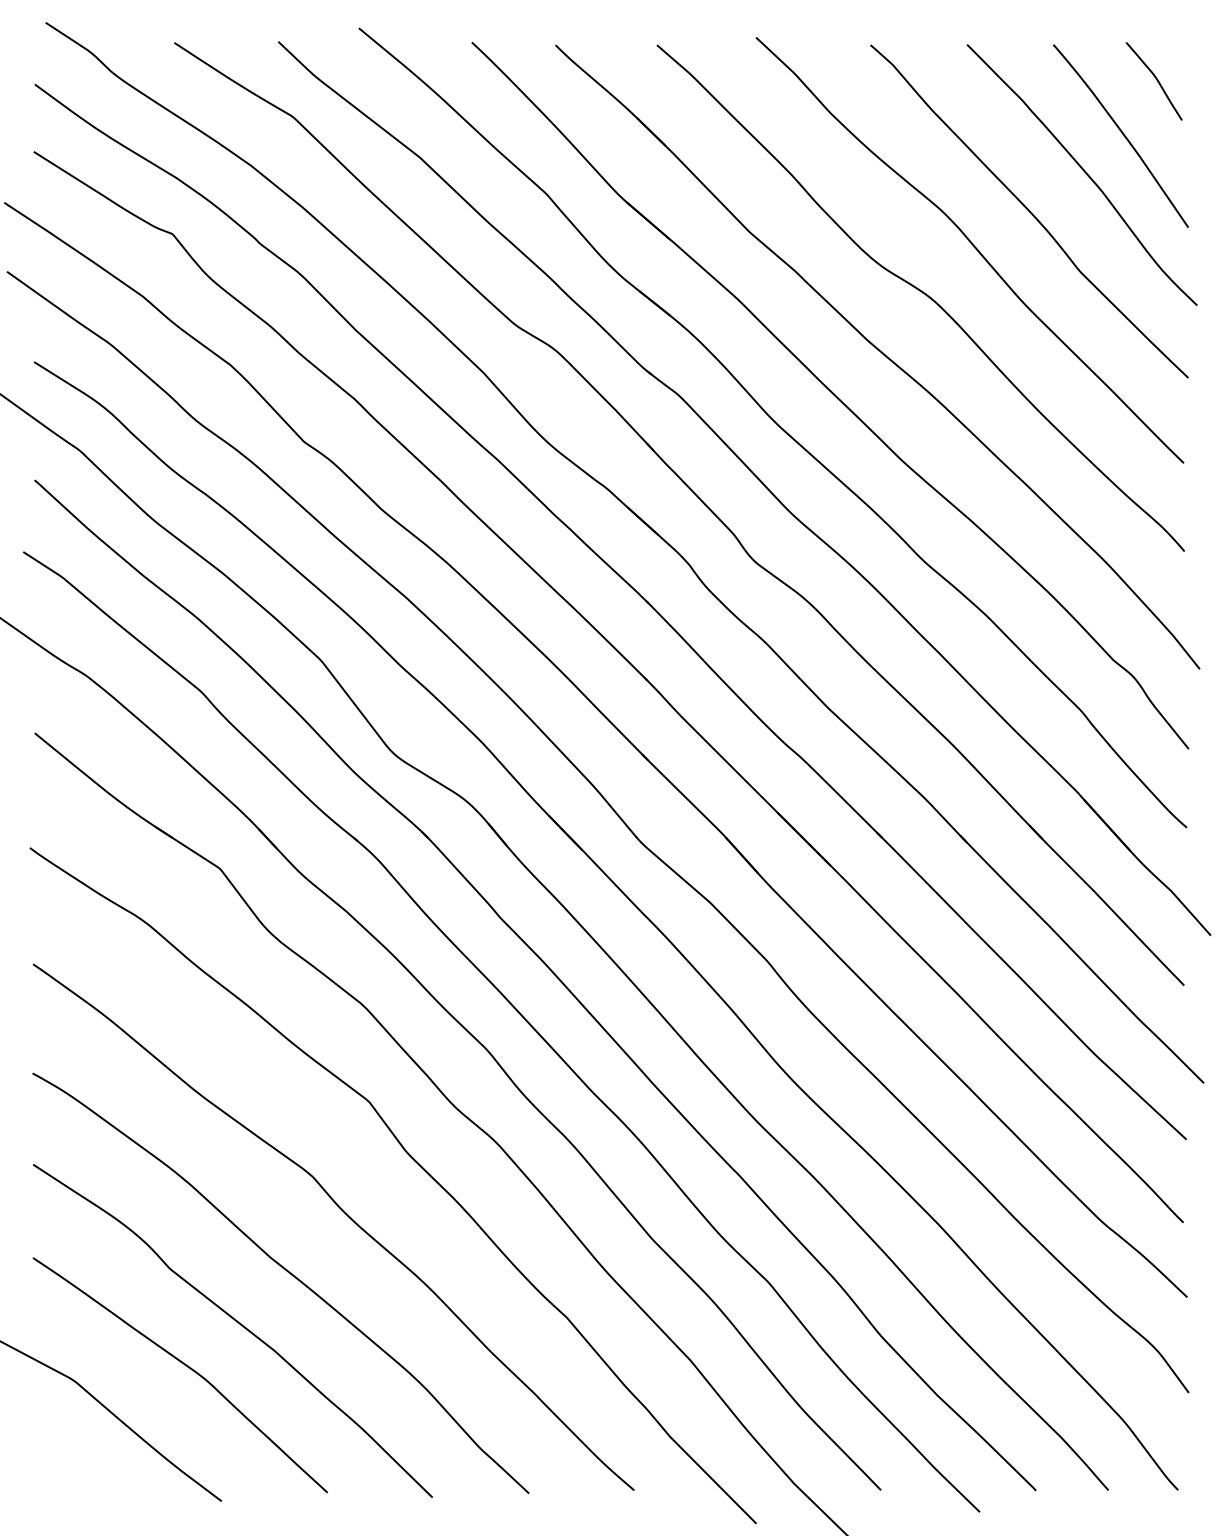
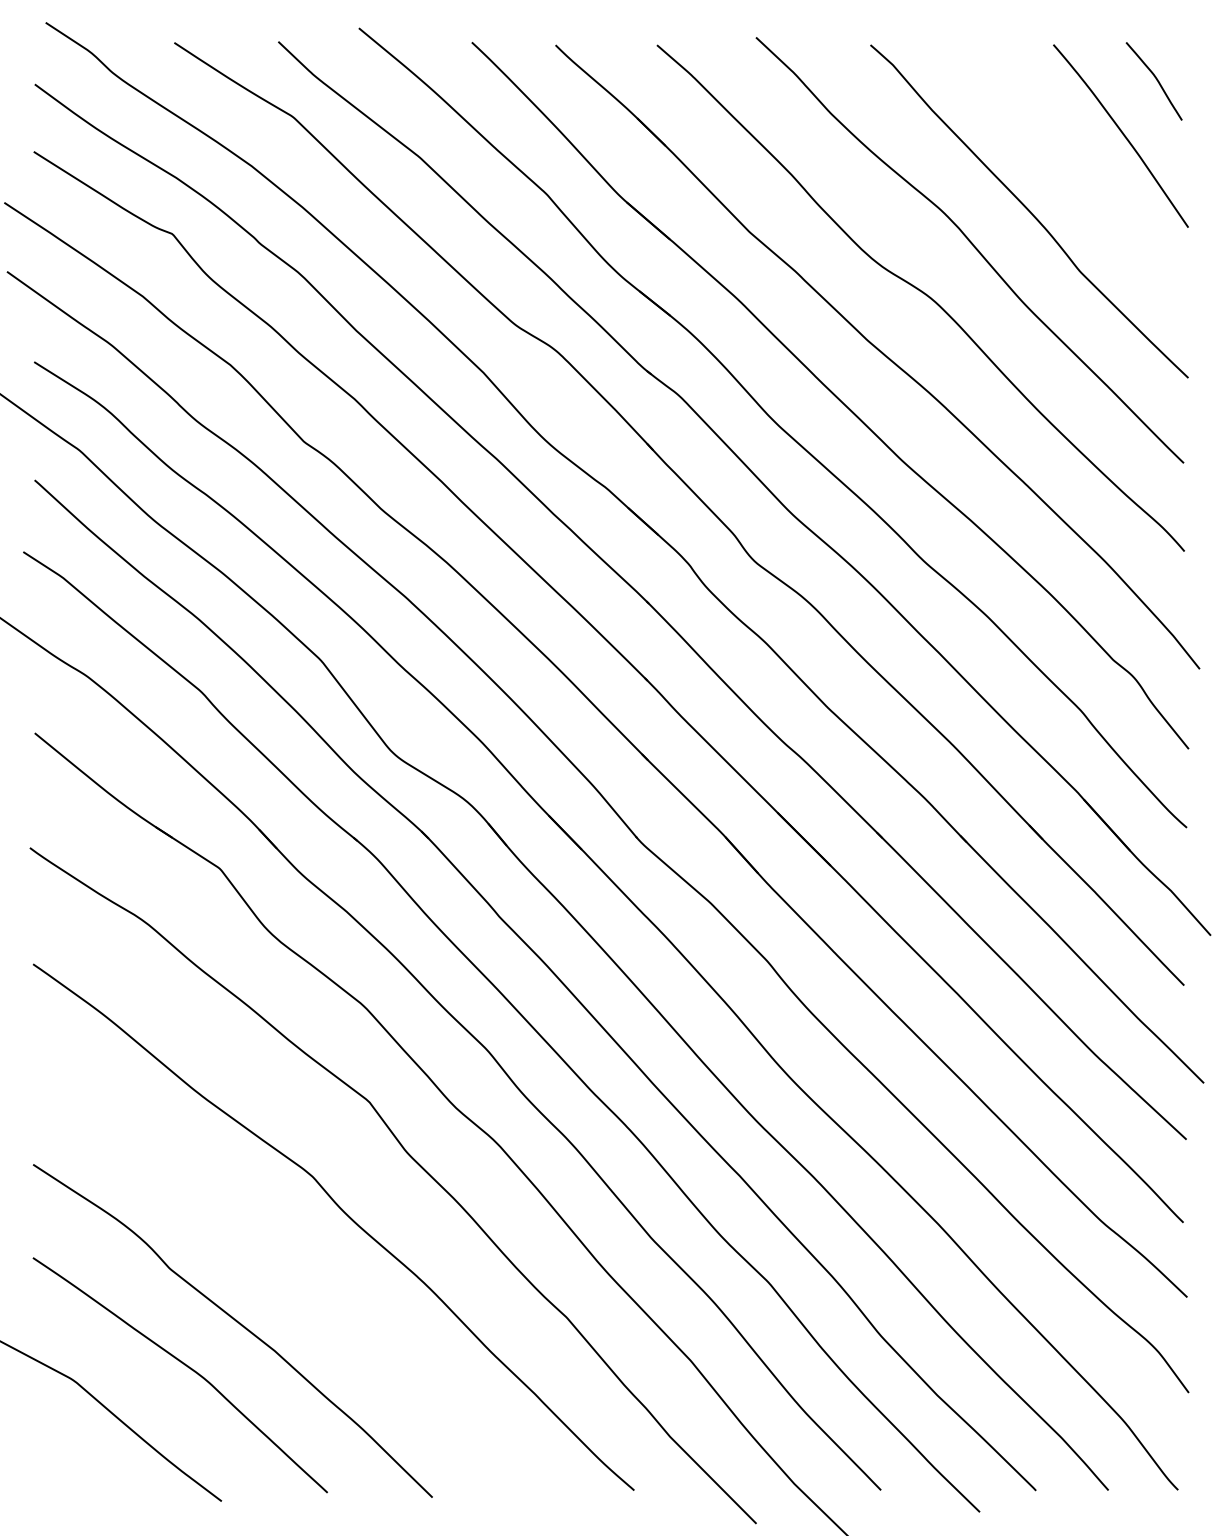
curve at (1083, 171): present -> none
curve at (287, 1272): present -> none
